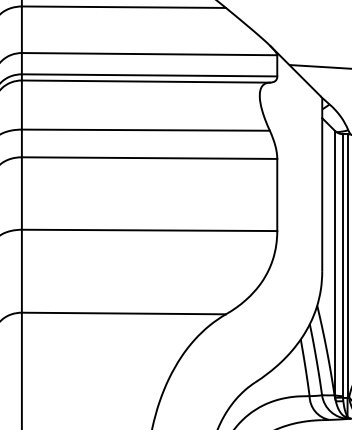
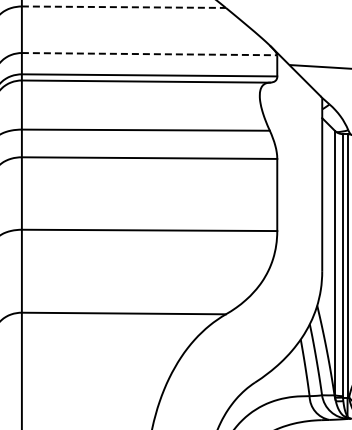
line at (124, 7): solid -> dashed
line at (149, 54): solid -> dashed
